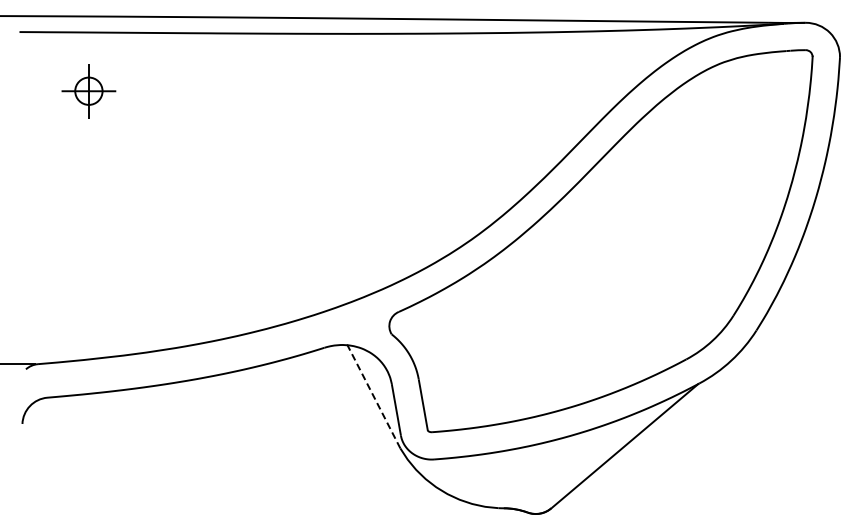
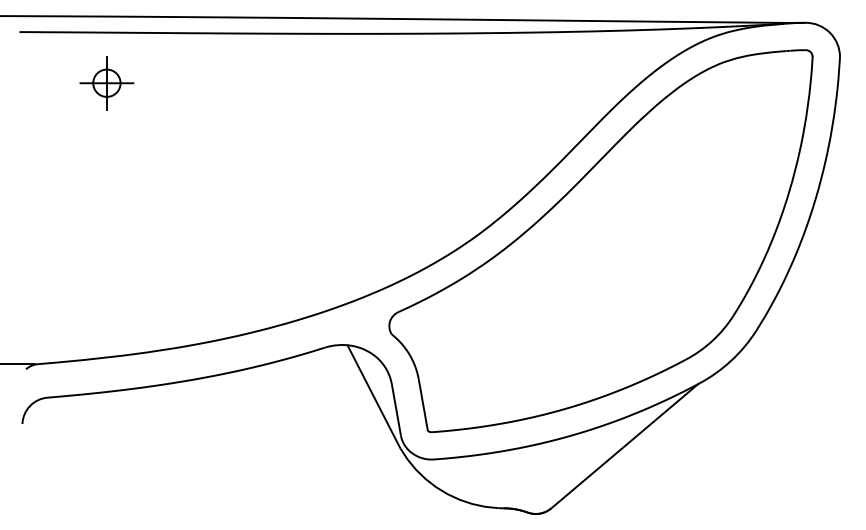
part at (88, 91) position: (88, 91) -> (106, 83)
line at (373, 396): dashed -> solid
